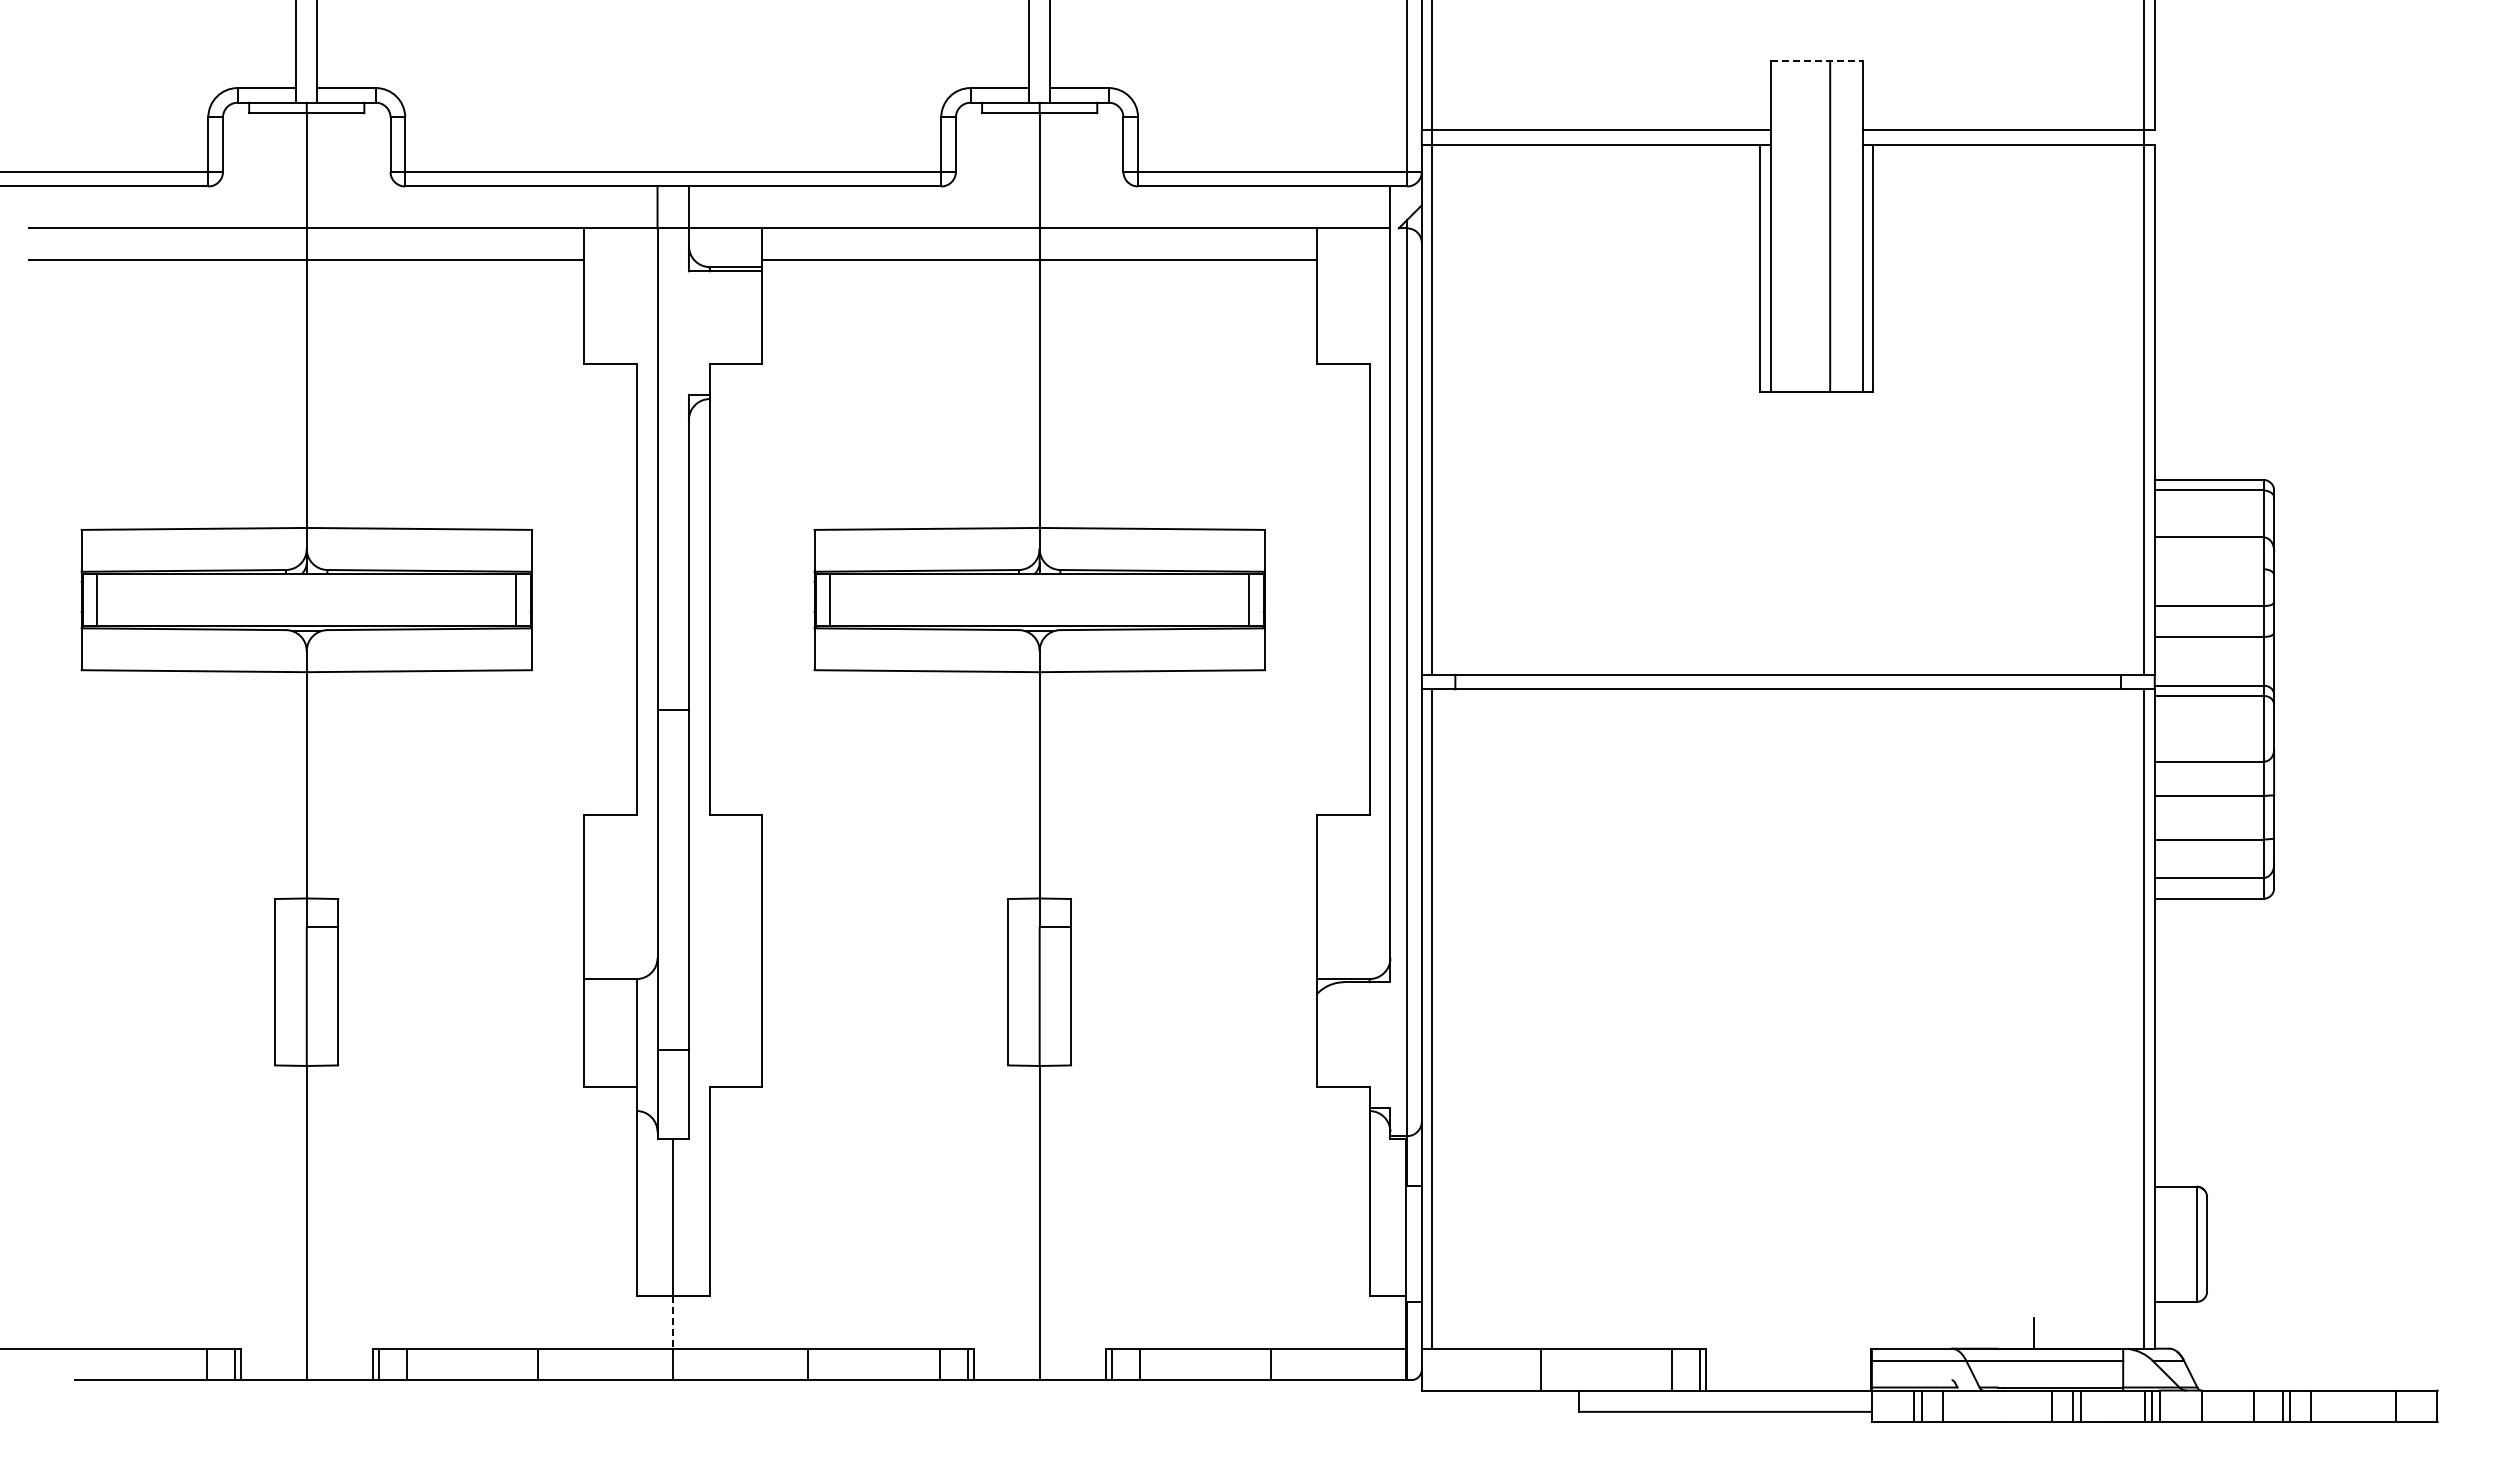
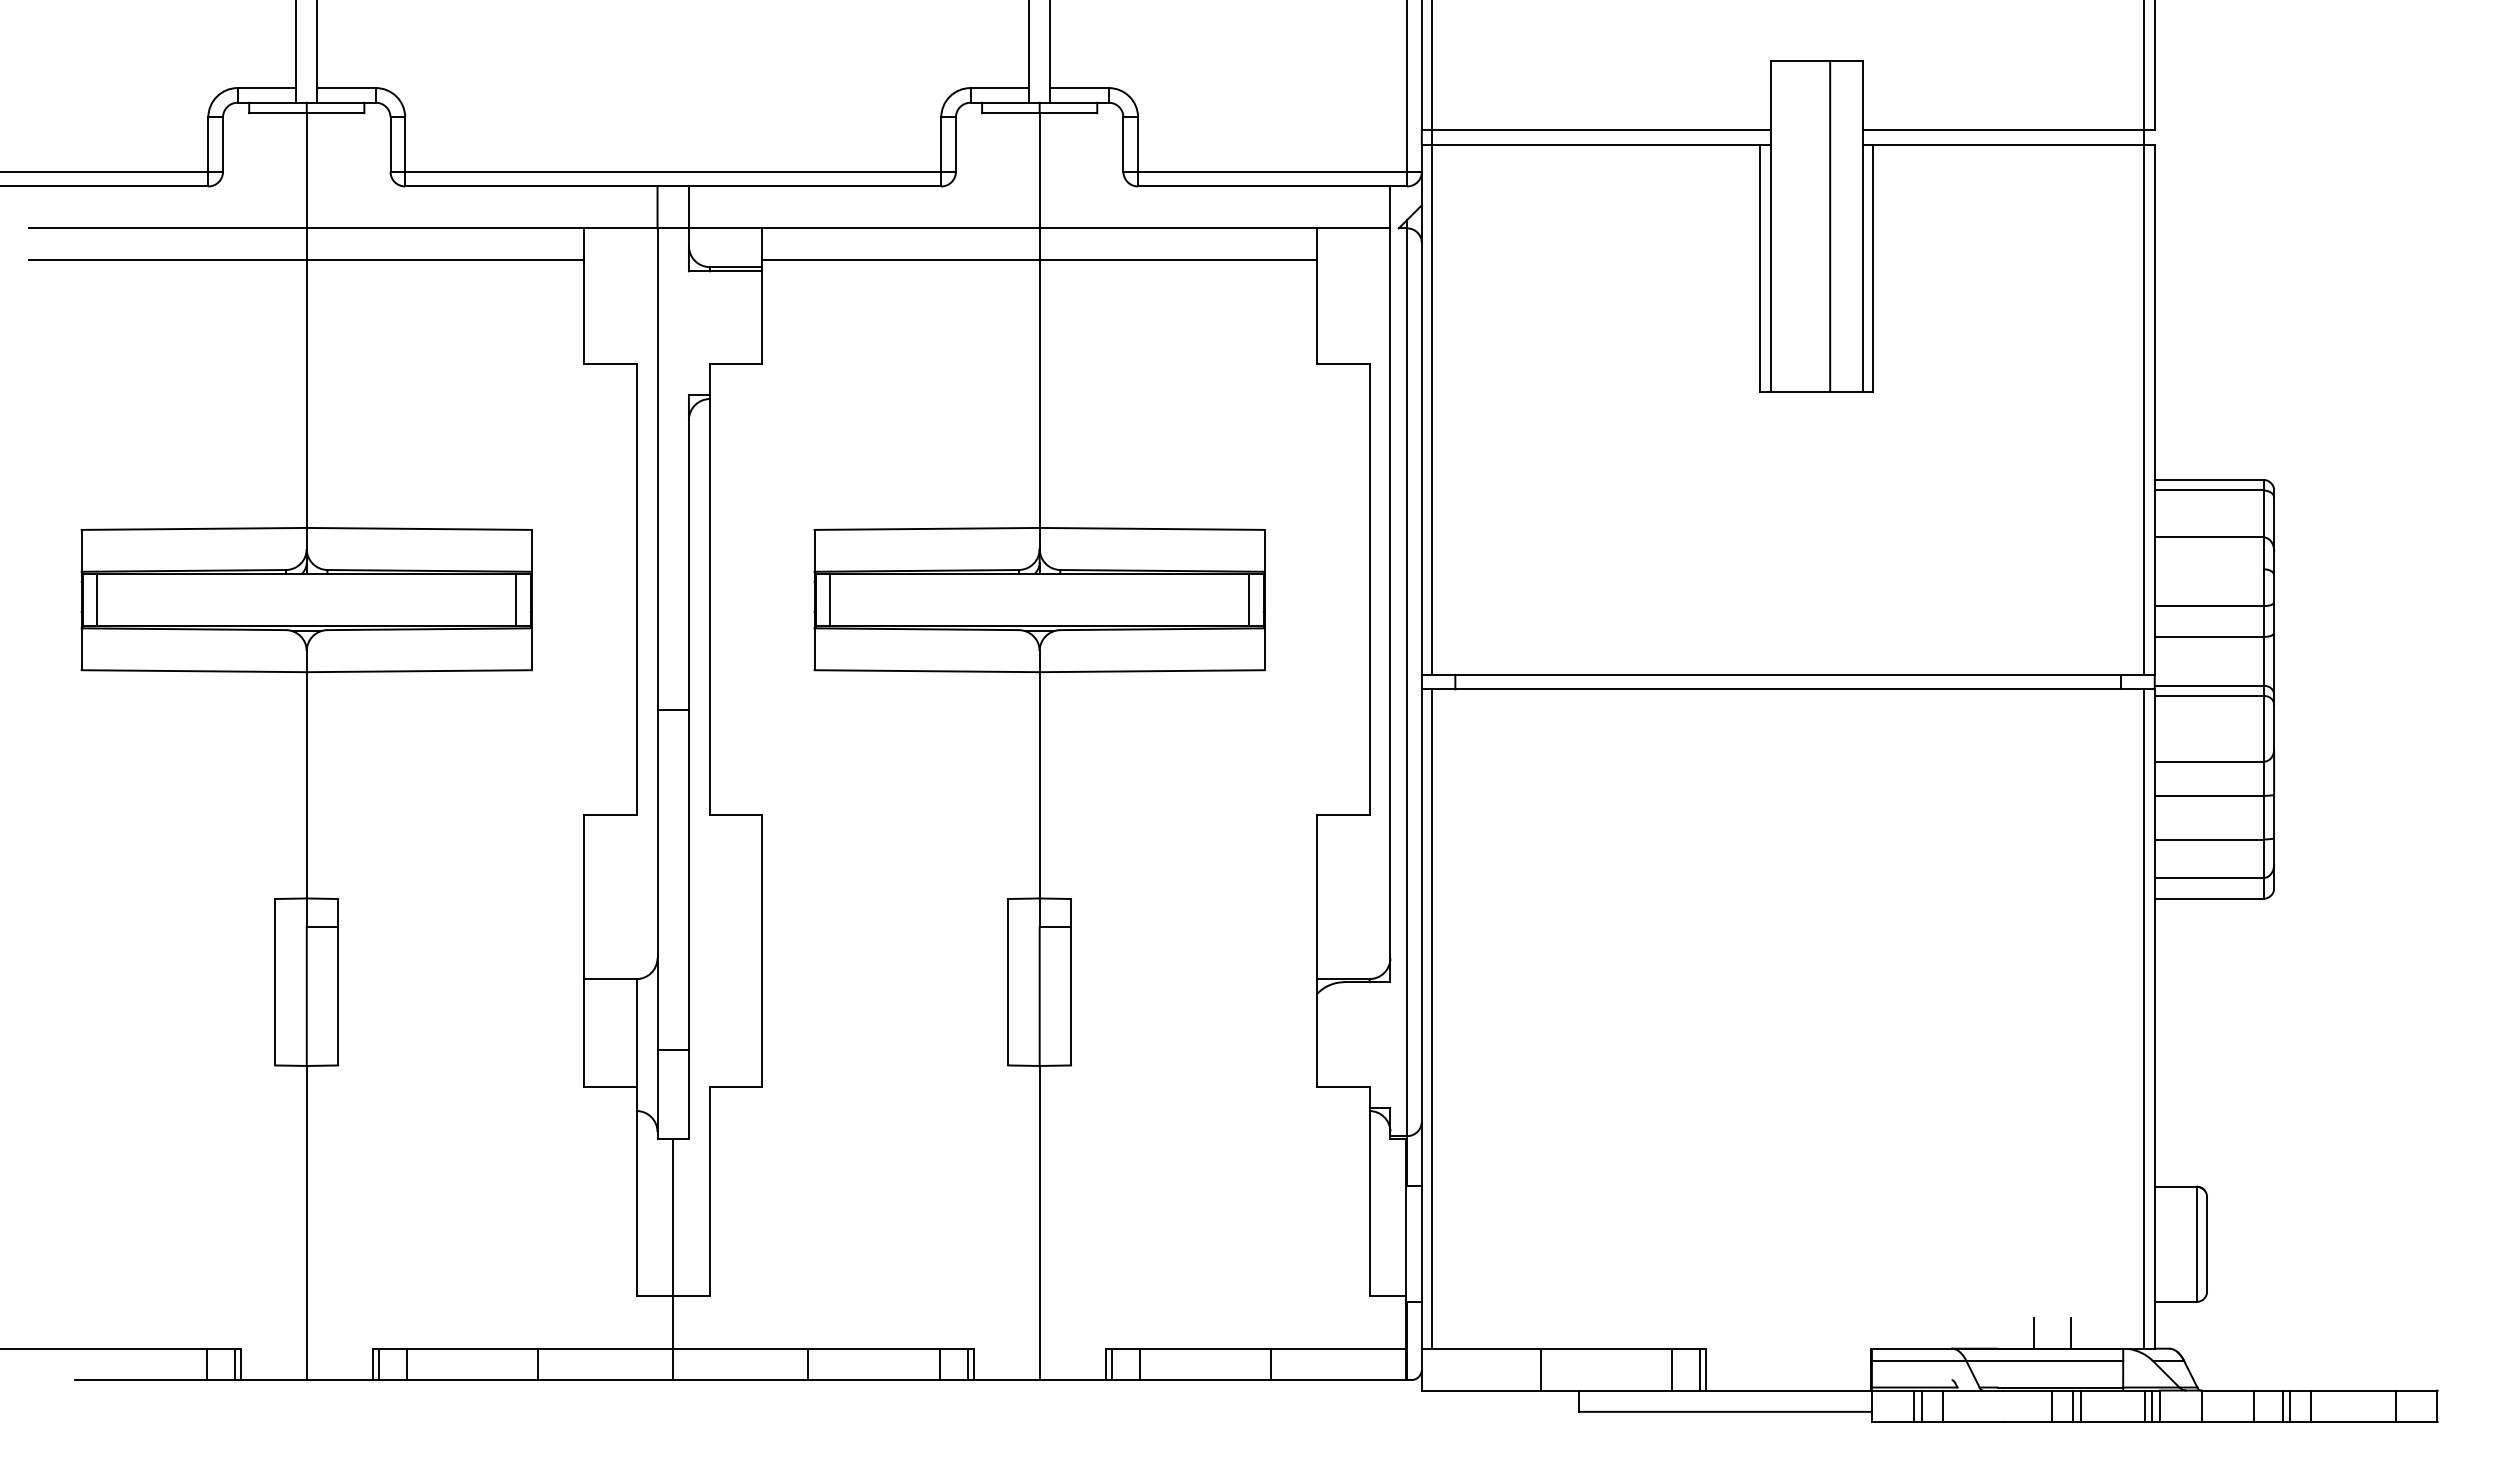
line at (1817, 61): dashed -> solid
line at (673, 1323): dashed -> solid
line at (2071, 1332): none -> present
